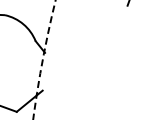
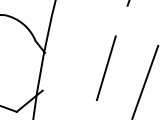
arc at (42, 59): dashed -> solid
line at (105, 68): none -> present
line at (145, 80): none -> present
